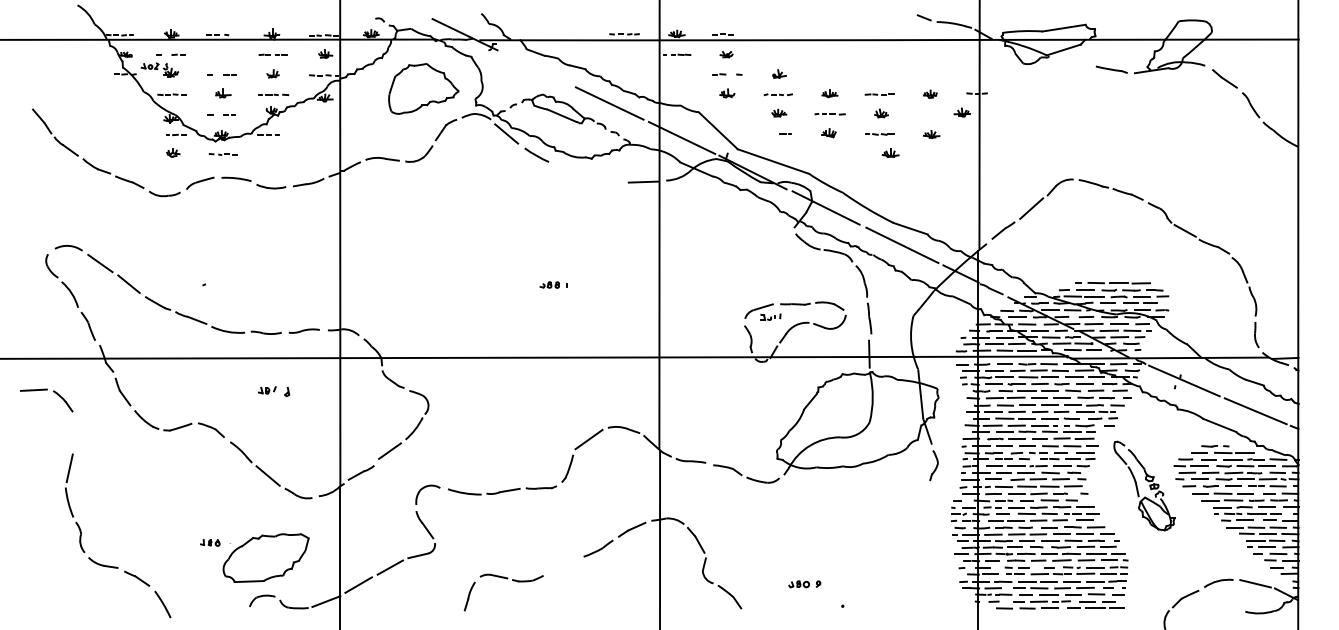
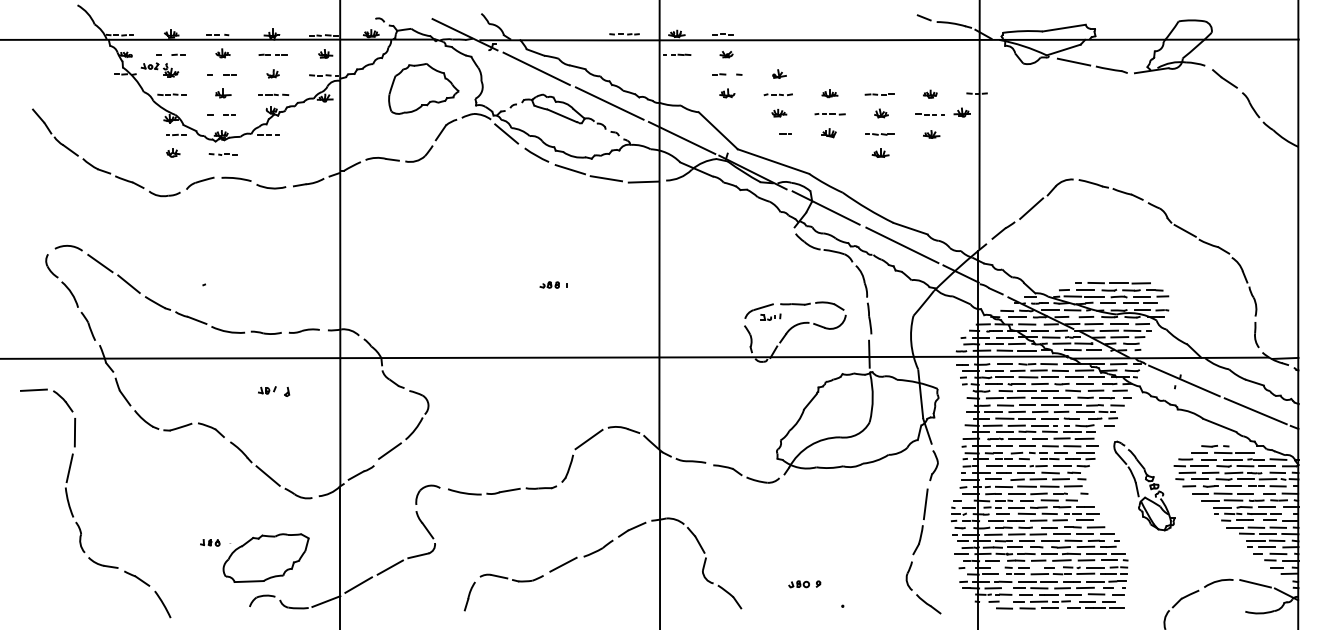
part at (222, 53): none -> present
line at (1073, 61): none -> present
line at (536, 68): none -> present
part at (929, 114): none -> present
part at (890, 152) position: (890, 152) -> (880, 152)
line at (570, 169): none -> present
line at (606, 178): none -> present
line at (74, 432): none -> present
part at (917, 549): none -> present
line at (563, 564): none -> present
